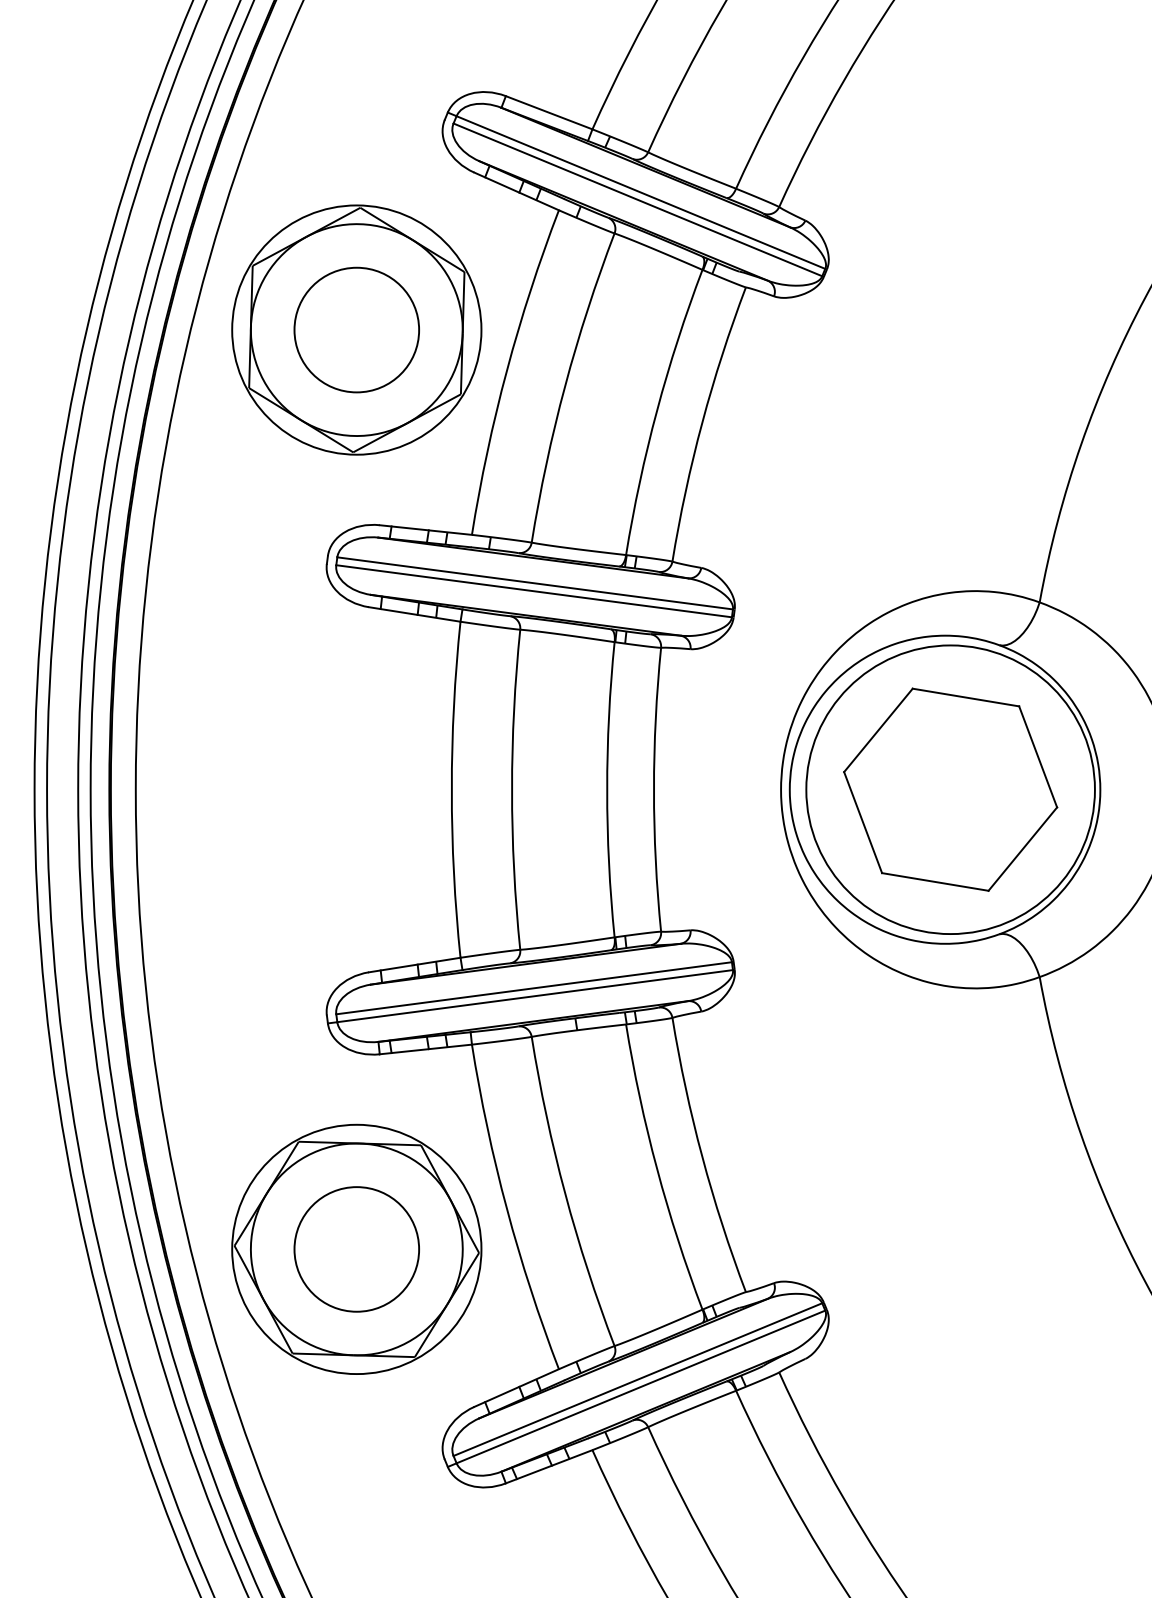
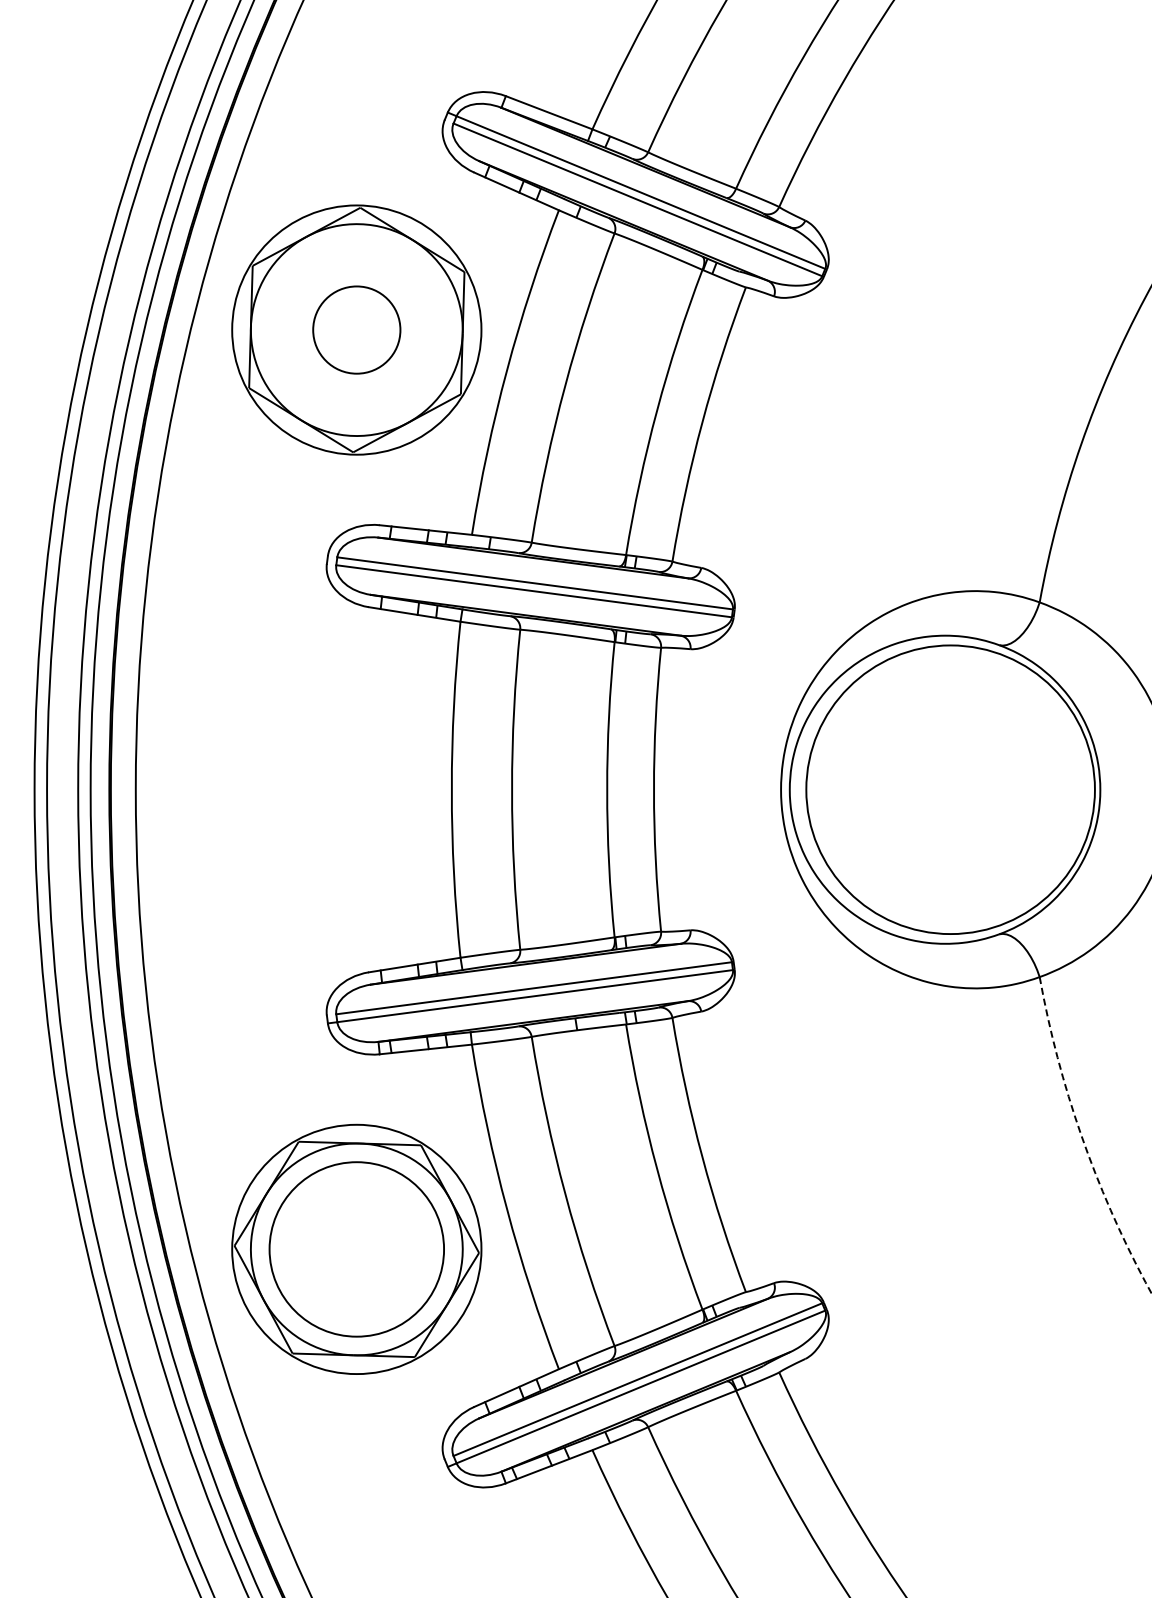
circle at (356, 329) diameter: 125 px -> 87 px
part at (950, 789): present -> none
arc at (1083, 1140): solid -> dashed
circle at (356, 1249) diameter: 125 px -> 174 px
